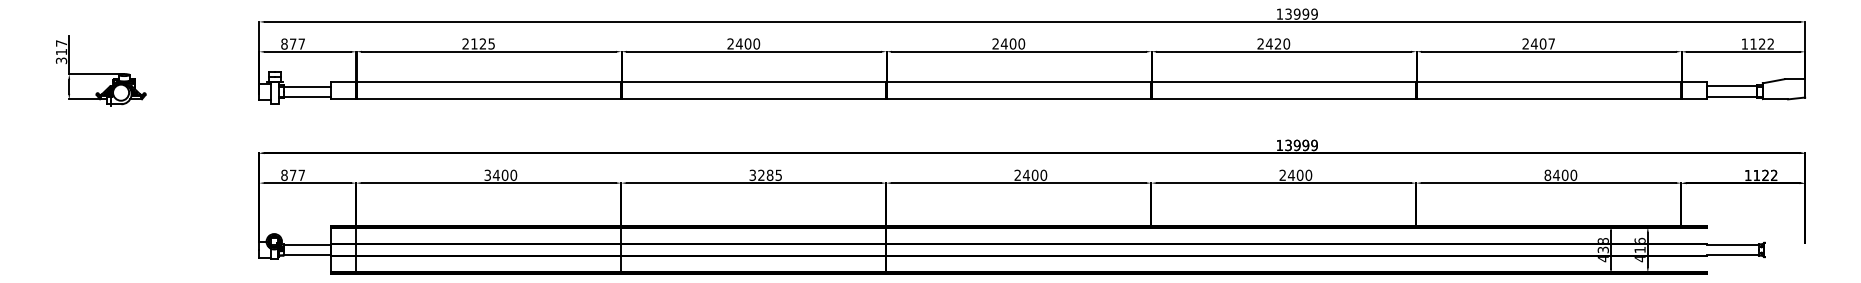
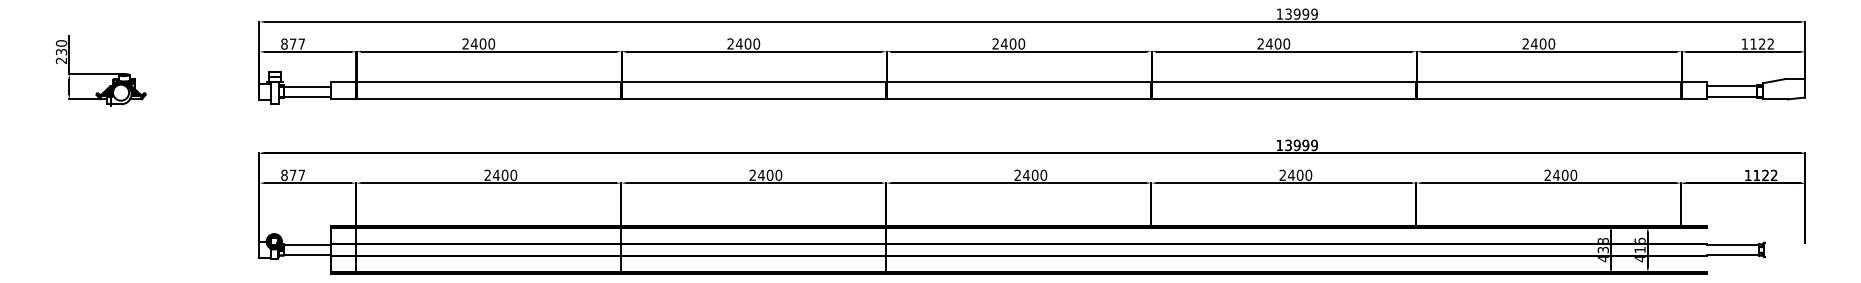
text at (482, 43): 2125 -> 2400
text at (1277, 43): 2420 -> 2400
text at (1551, 43): 2407 -> 2400
text at (61, 51): 317 -> 230
text at (765, 174): 3285 -> 2400
text at (1547, 174): 8400 -> 2400
text at (487, 175): 3400 -> 2400
